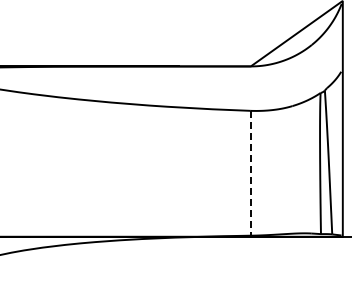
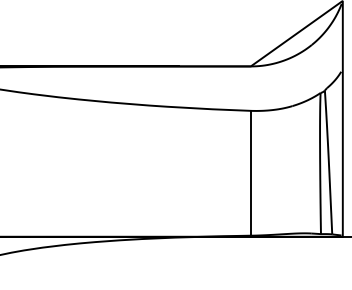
line at (250, 173): dashed -> solid
